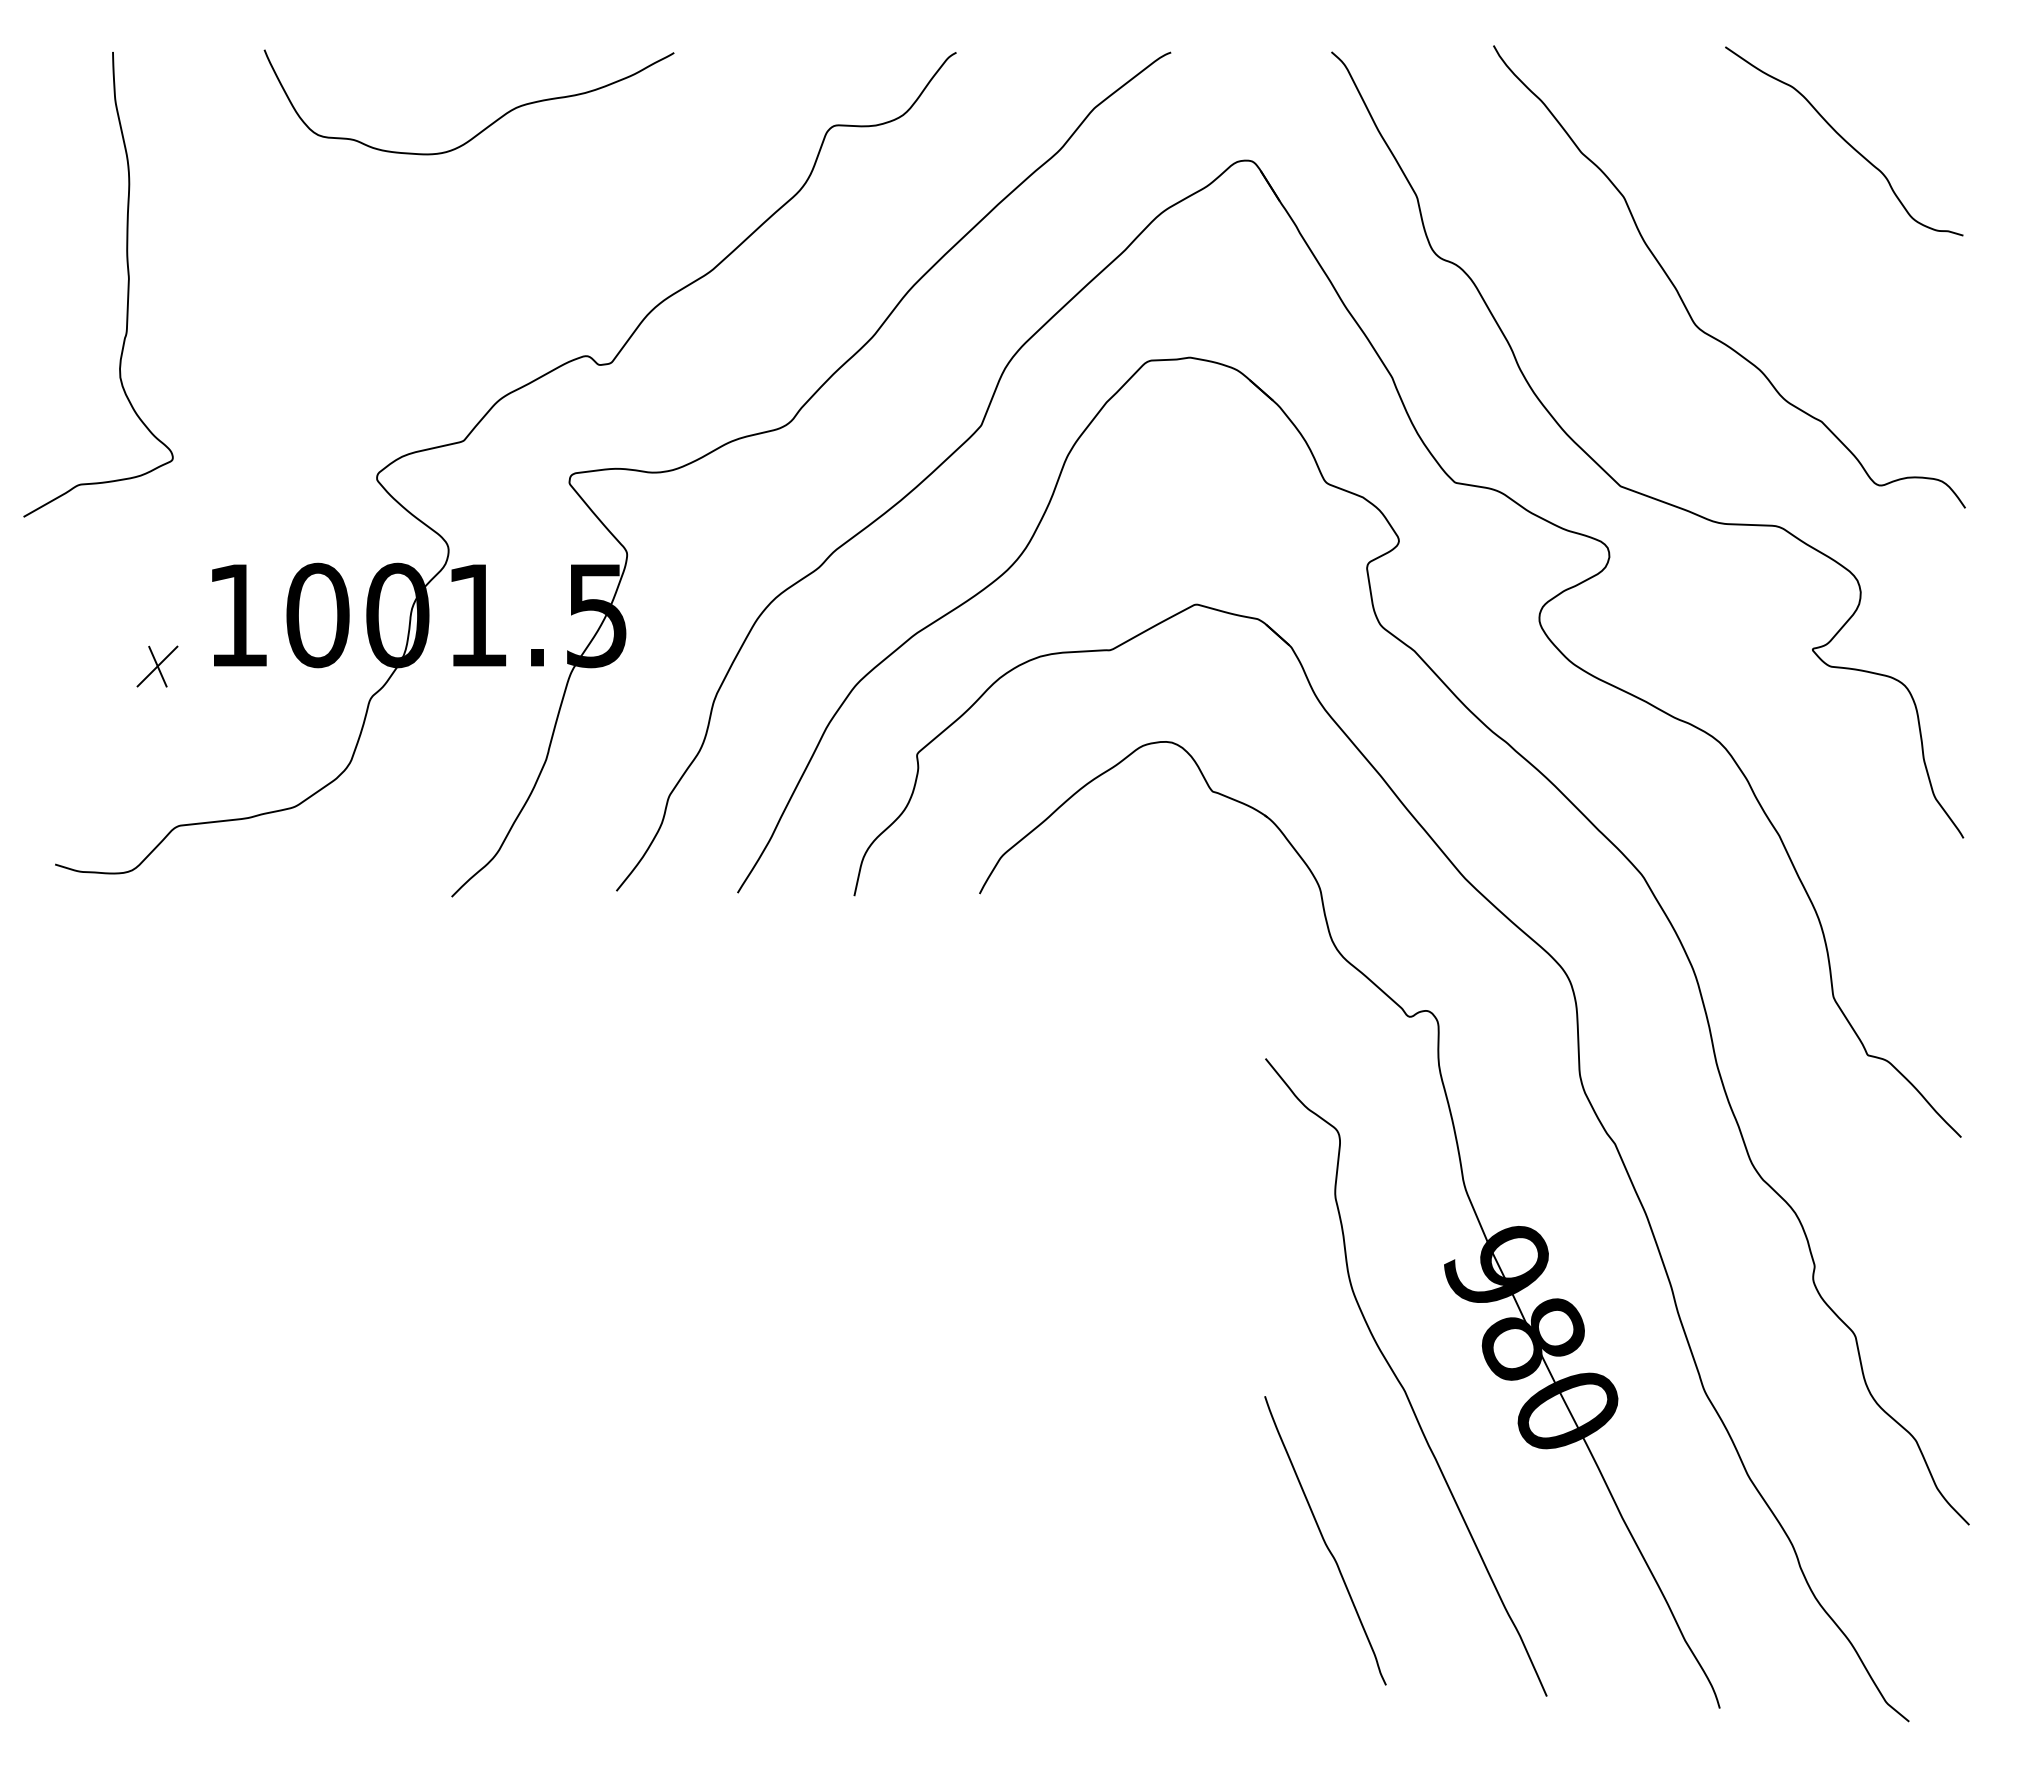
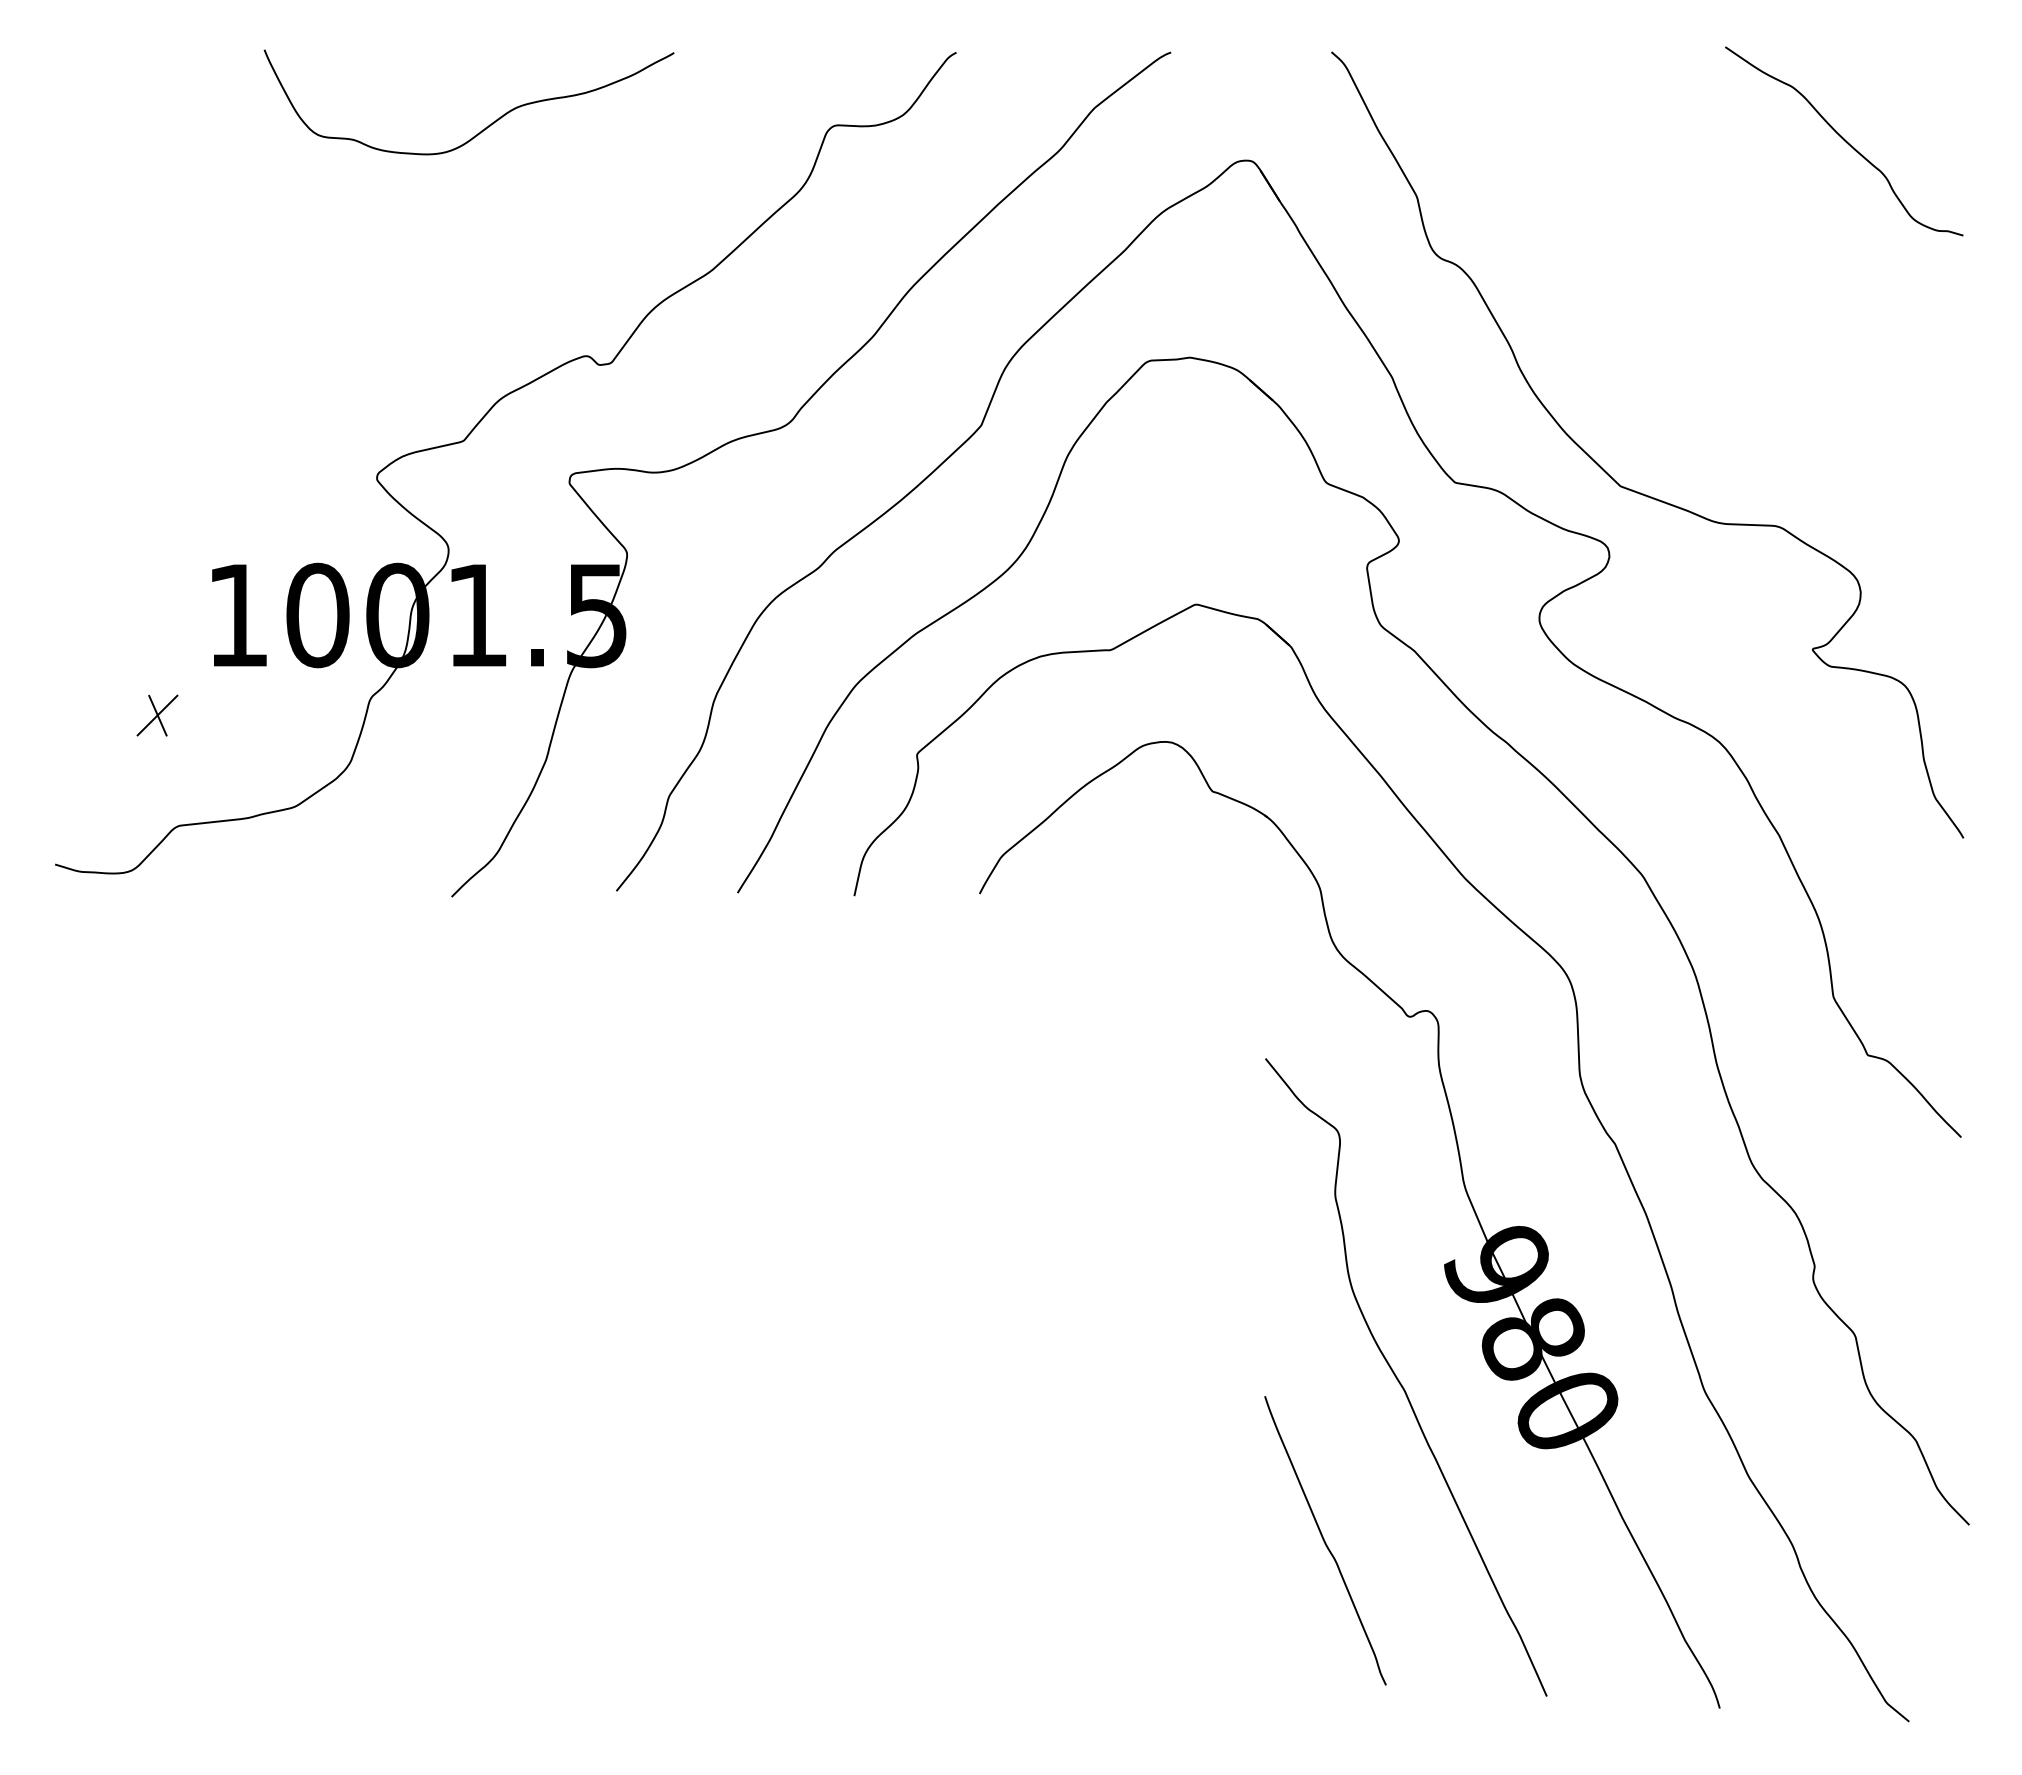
curve at (127, 284): present -> none
curve at (1683, 300): present -> none
part at (157, 666) position: (157, 666) -> (157, 715)
